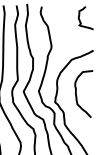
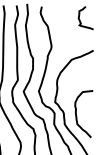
curve at (77, 96) position: (77, 96) -> (77, 116)
